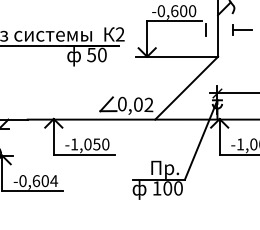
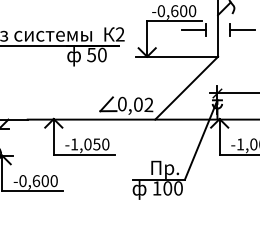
part at (242, 29) size: 21x12 px -> 27x14 px
line at (193, 30): none -> present
text at (54, 181): -0,604 -> -0,600
